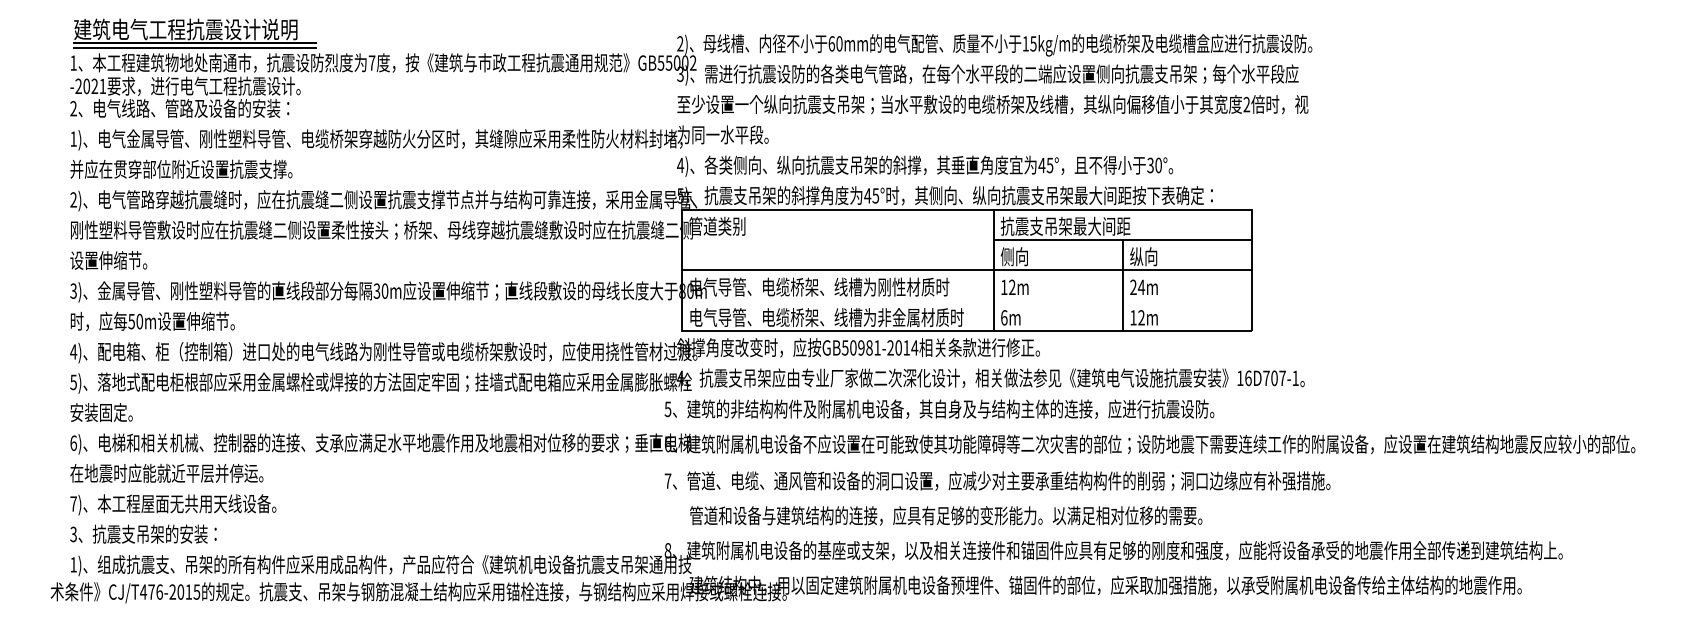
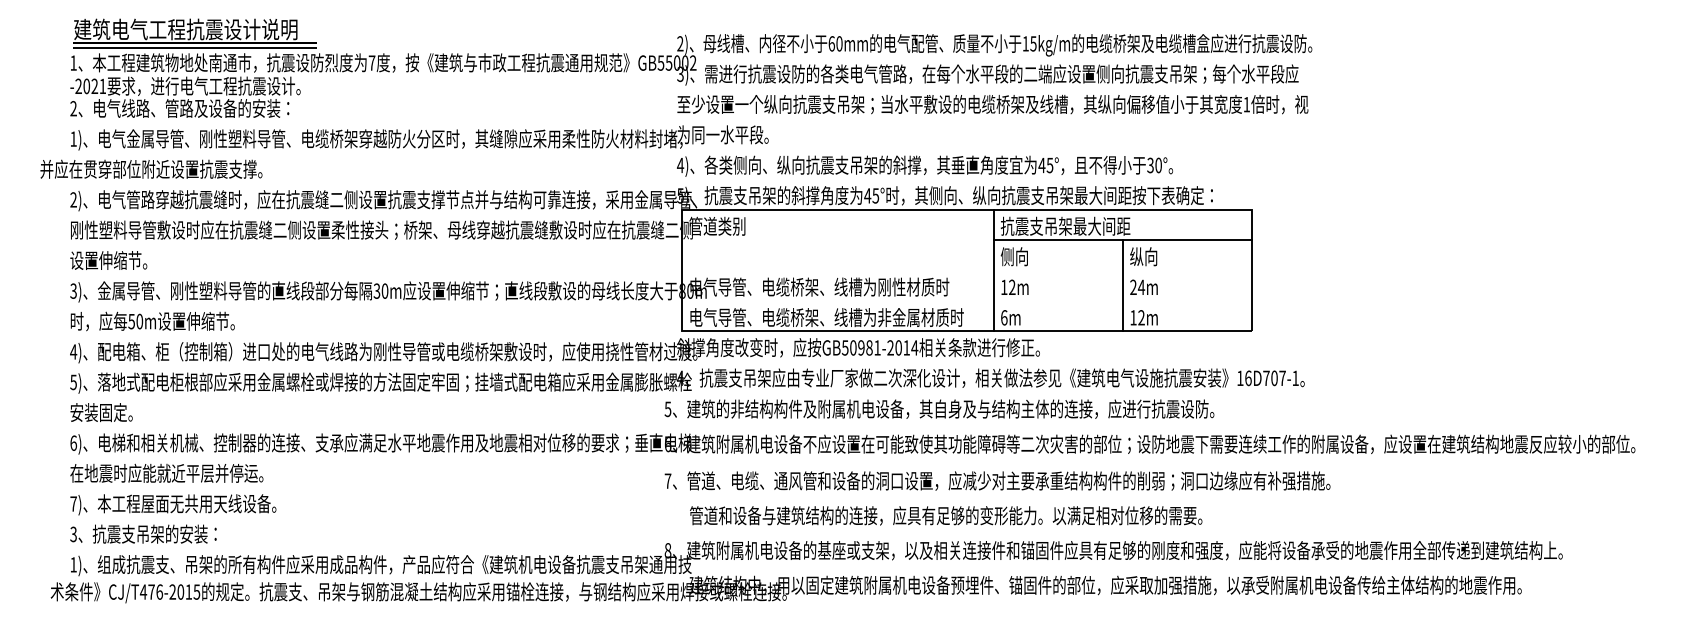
text at (1246, 104): 2 -> 1
text at (181, 168) position: (181, 168) -> (151, 168)
line at (967, 270): present -> none
